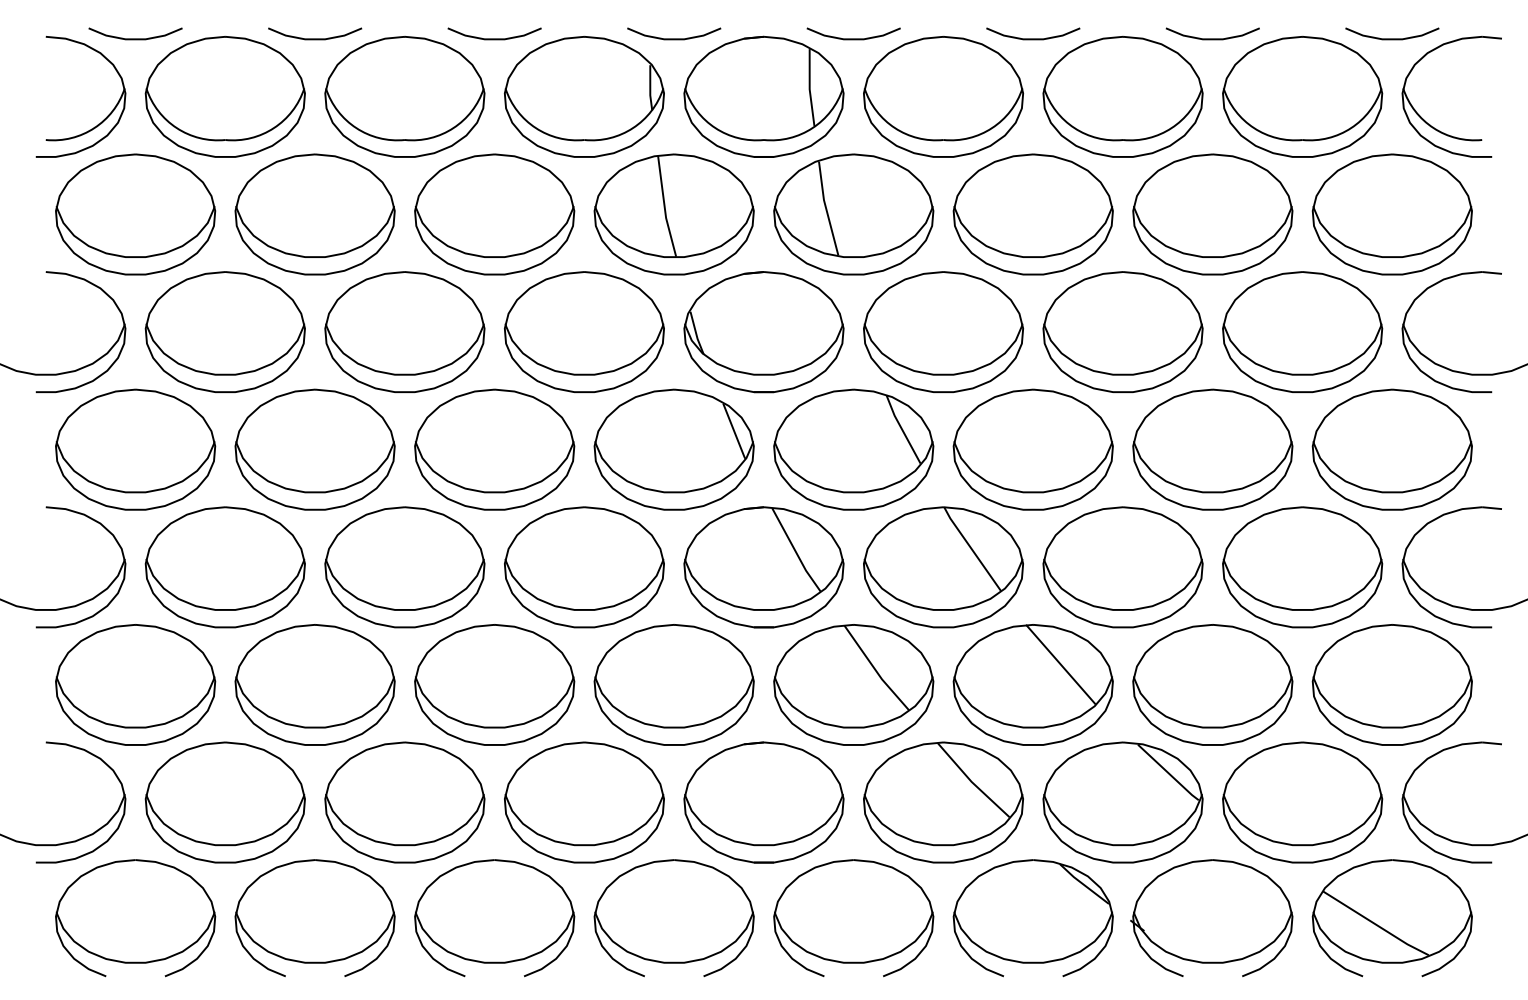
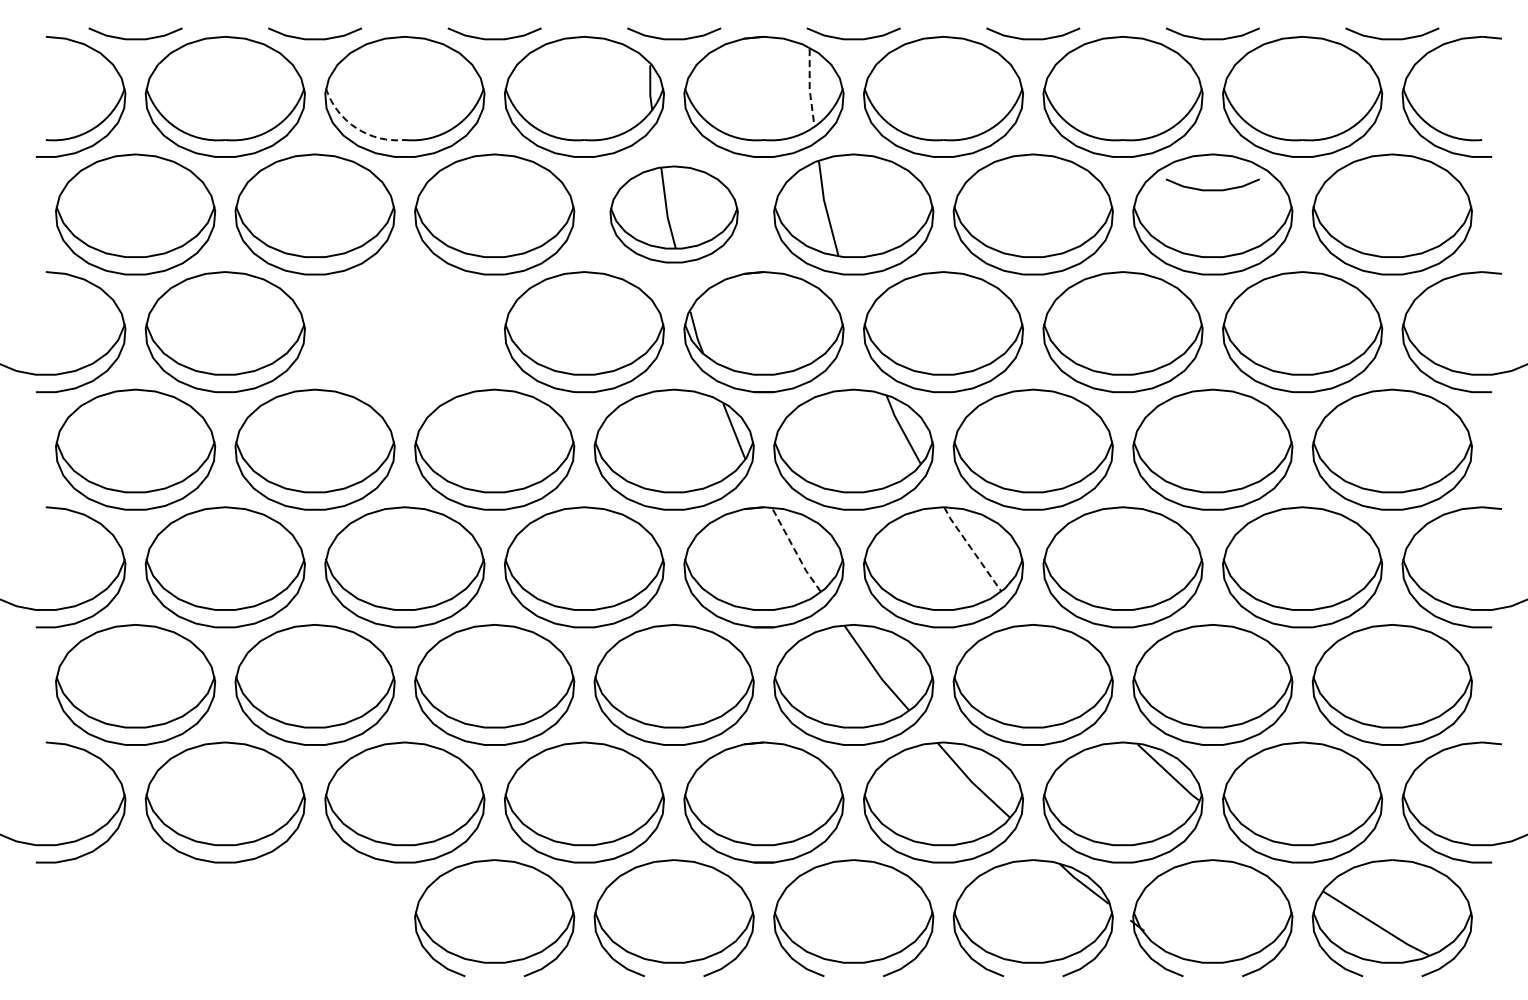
line at (809, 88): solid -> dashed
arc at (356, 128): solid -> dashed
curve at (1212, 189): none -> present
part at (673, 214) size: 162x123 px -> 130x99 px
part at (404, 331): present -> none
line at (971, 549): solid -> dashed
line at (795, 551): solid -> dashed
line at (1060, 664): present -> none
part at (135, 918): present -> none
part at (314, 918): present -> none
